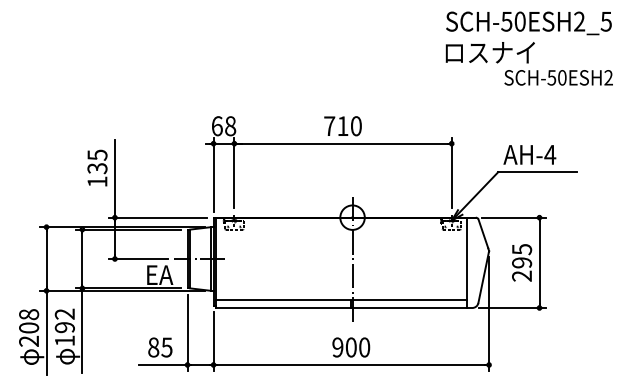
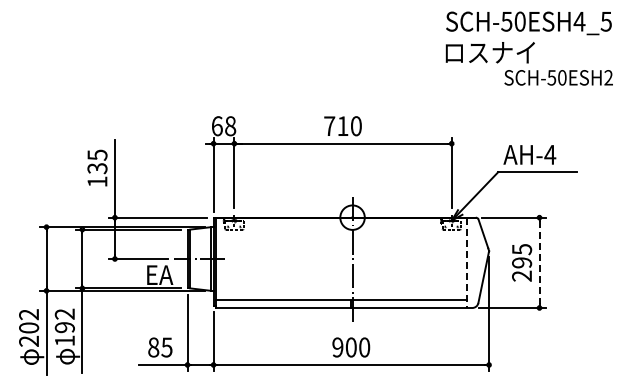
text at (579, 21): SCH-50ESH2_5 -> SCH-50ESH4_5
line at (467, 263): solid -> dashed
line at (539, 263): solid -> dashed
text at (29, 314): 208 -> 202
